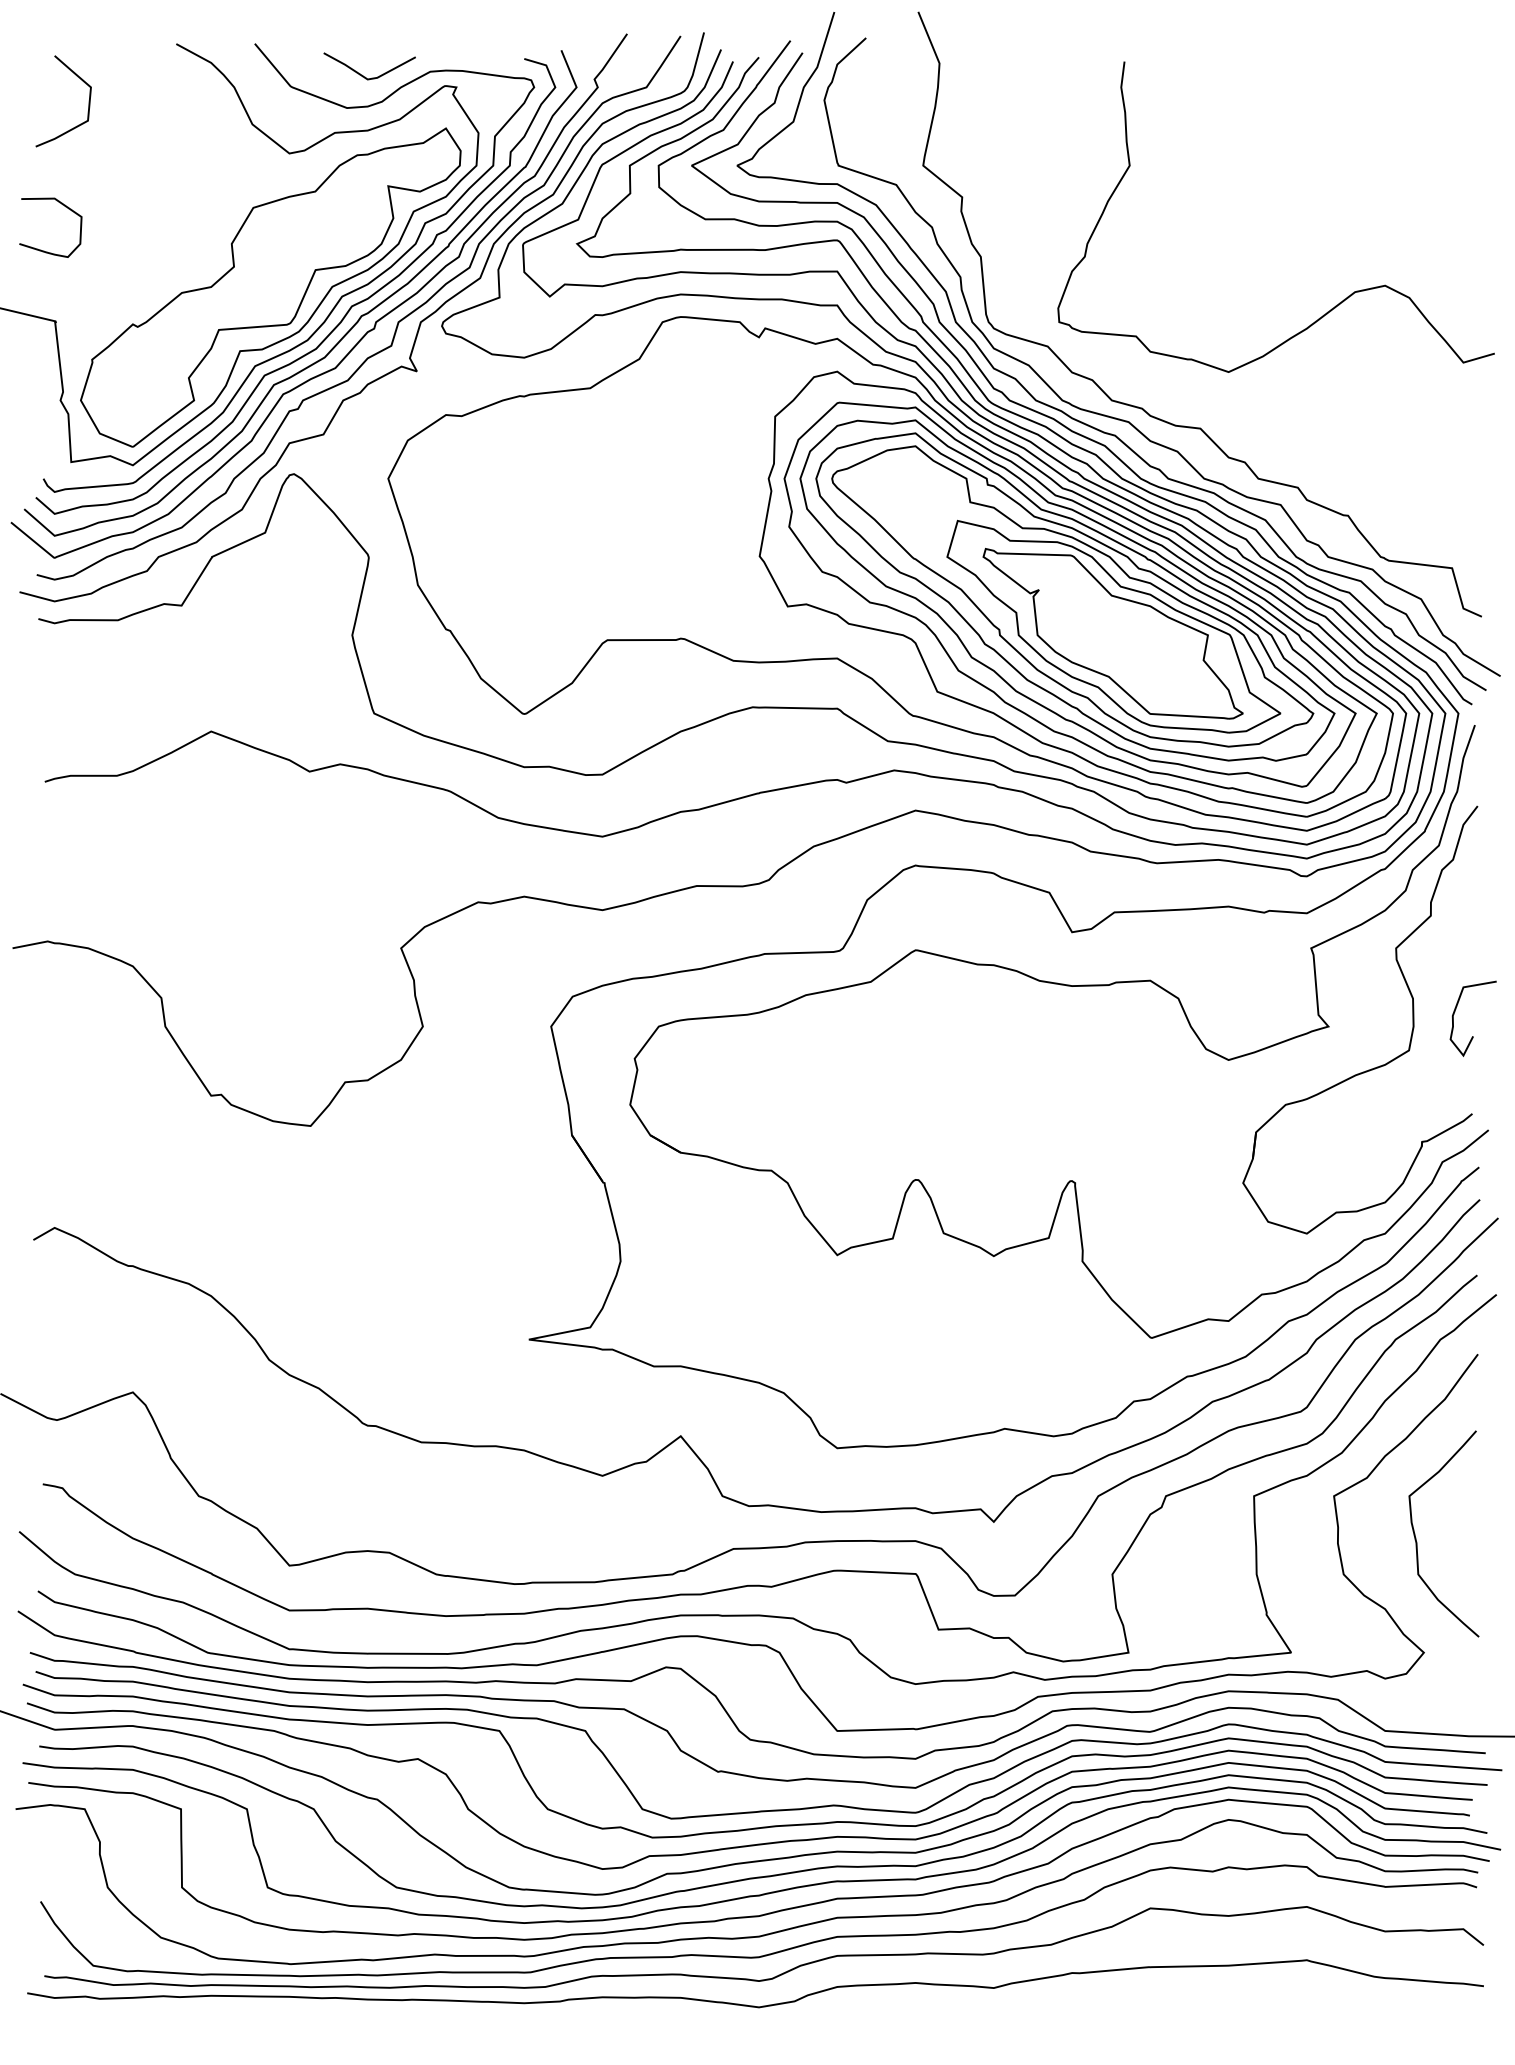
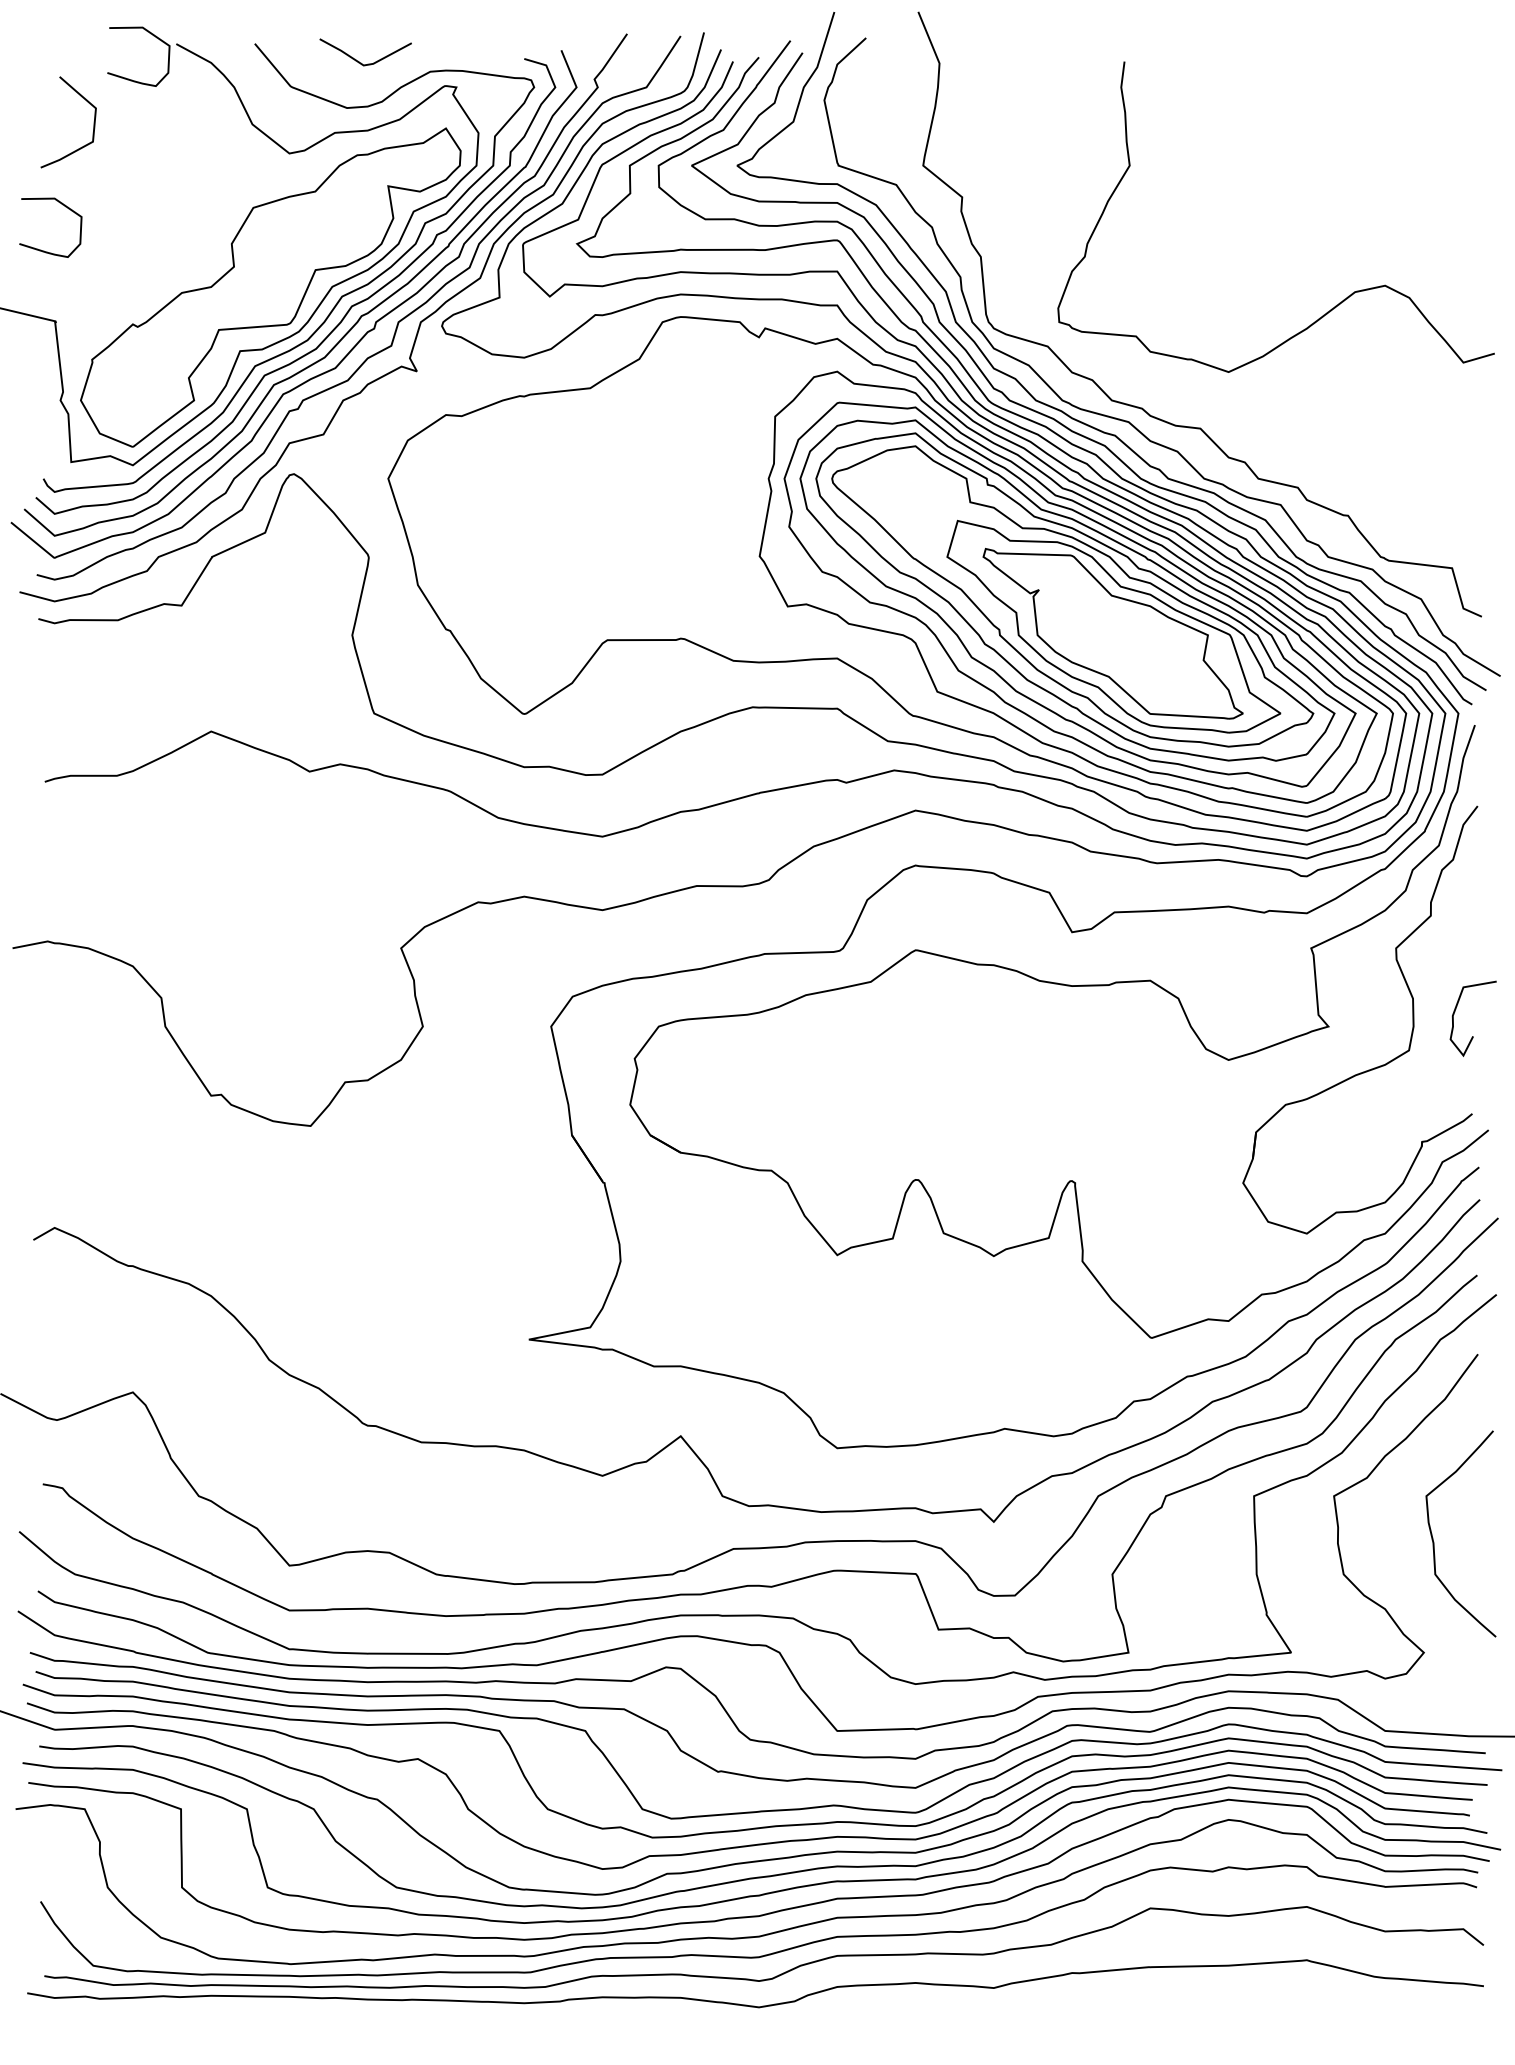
line at (362, 74) position: (362, 74) -> (358, 60)
curve at (129, 78): none -> present
curve at (88, 101) position: (88, 101) -> (93, 122)
curve at (1416, 1537) position: (1416, 1537) -> (1433, 1537)
